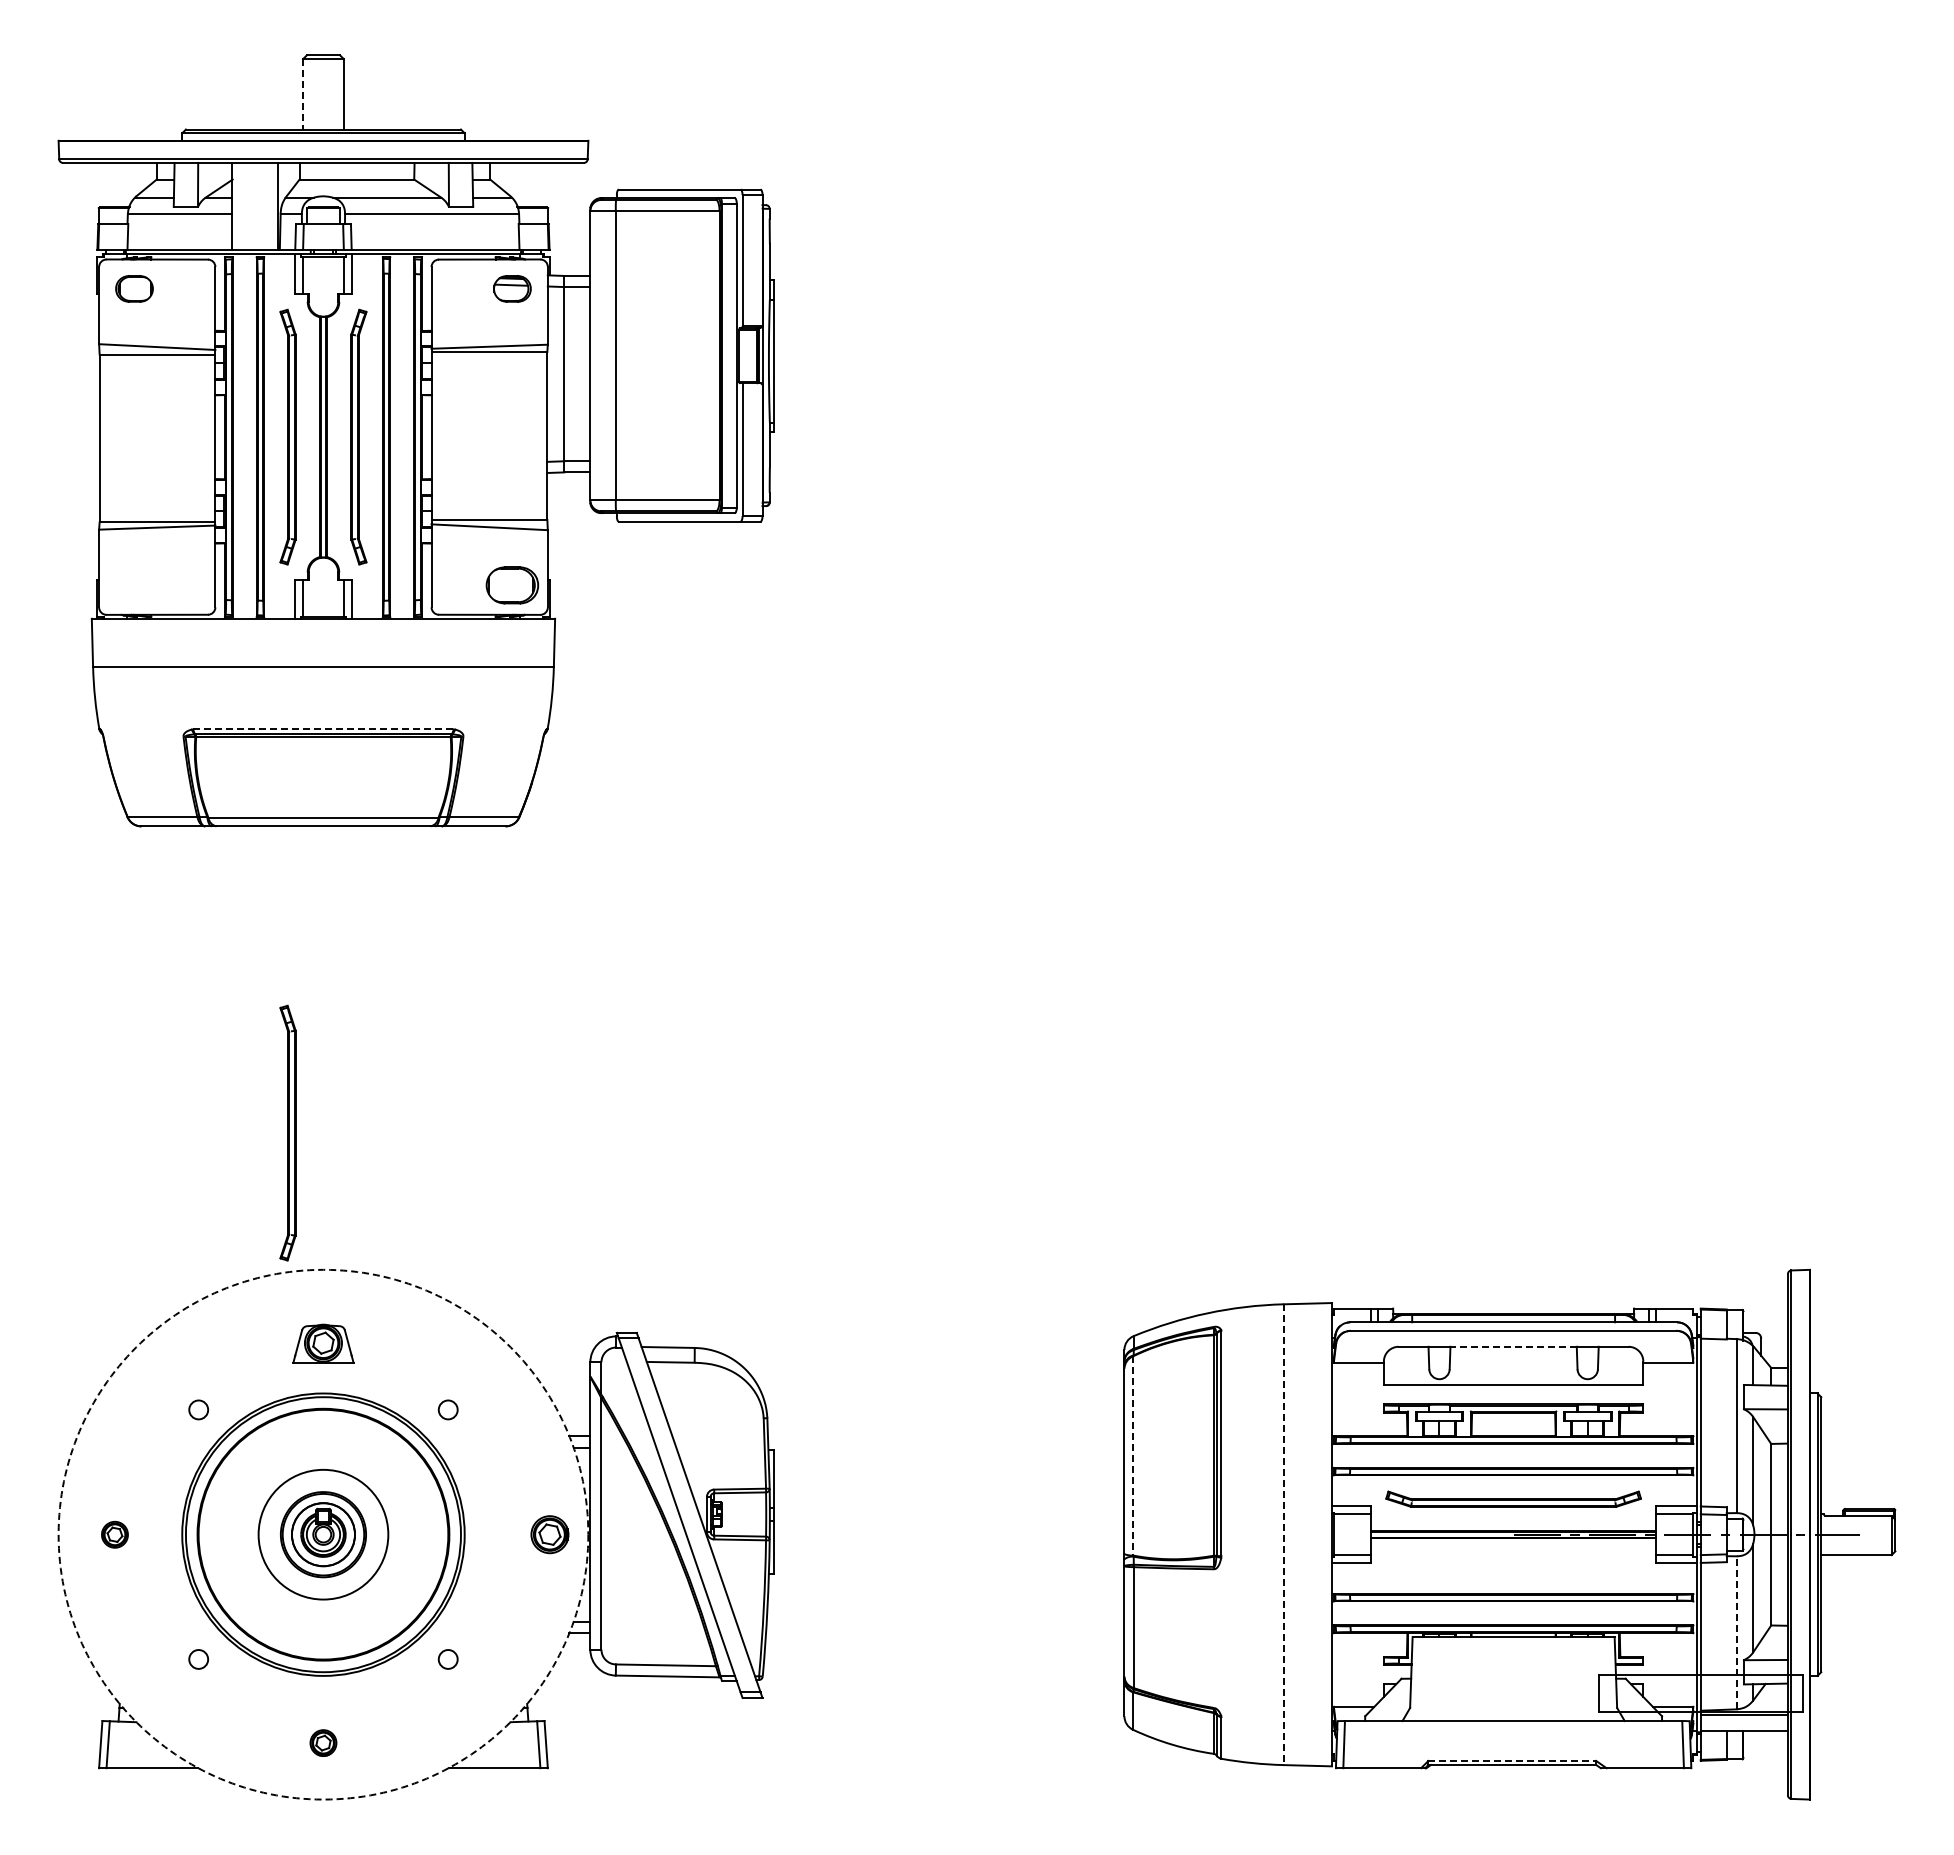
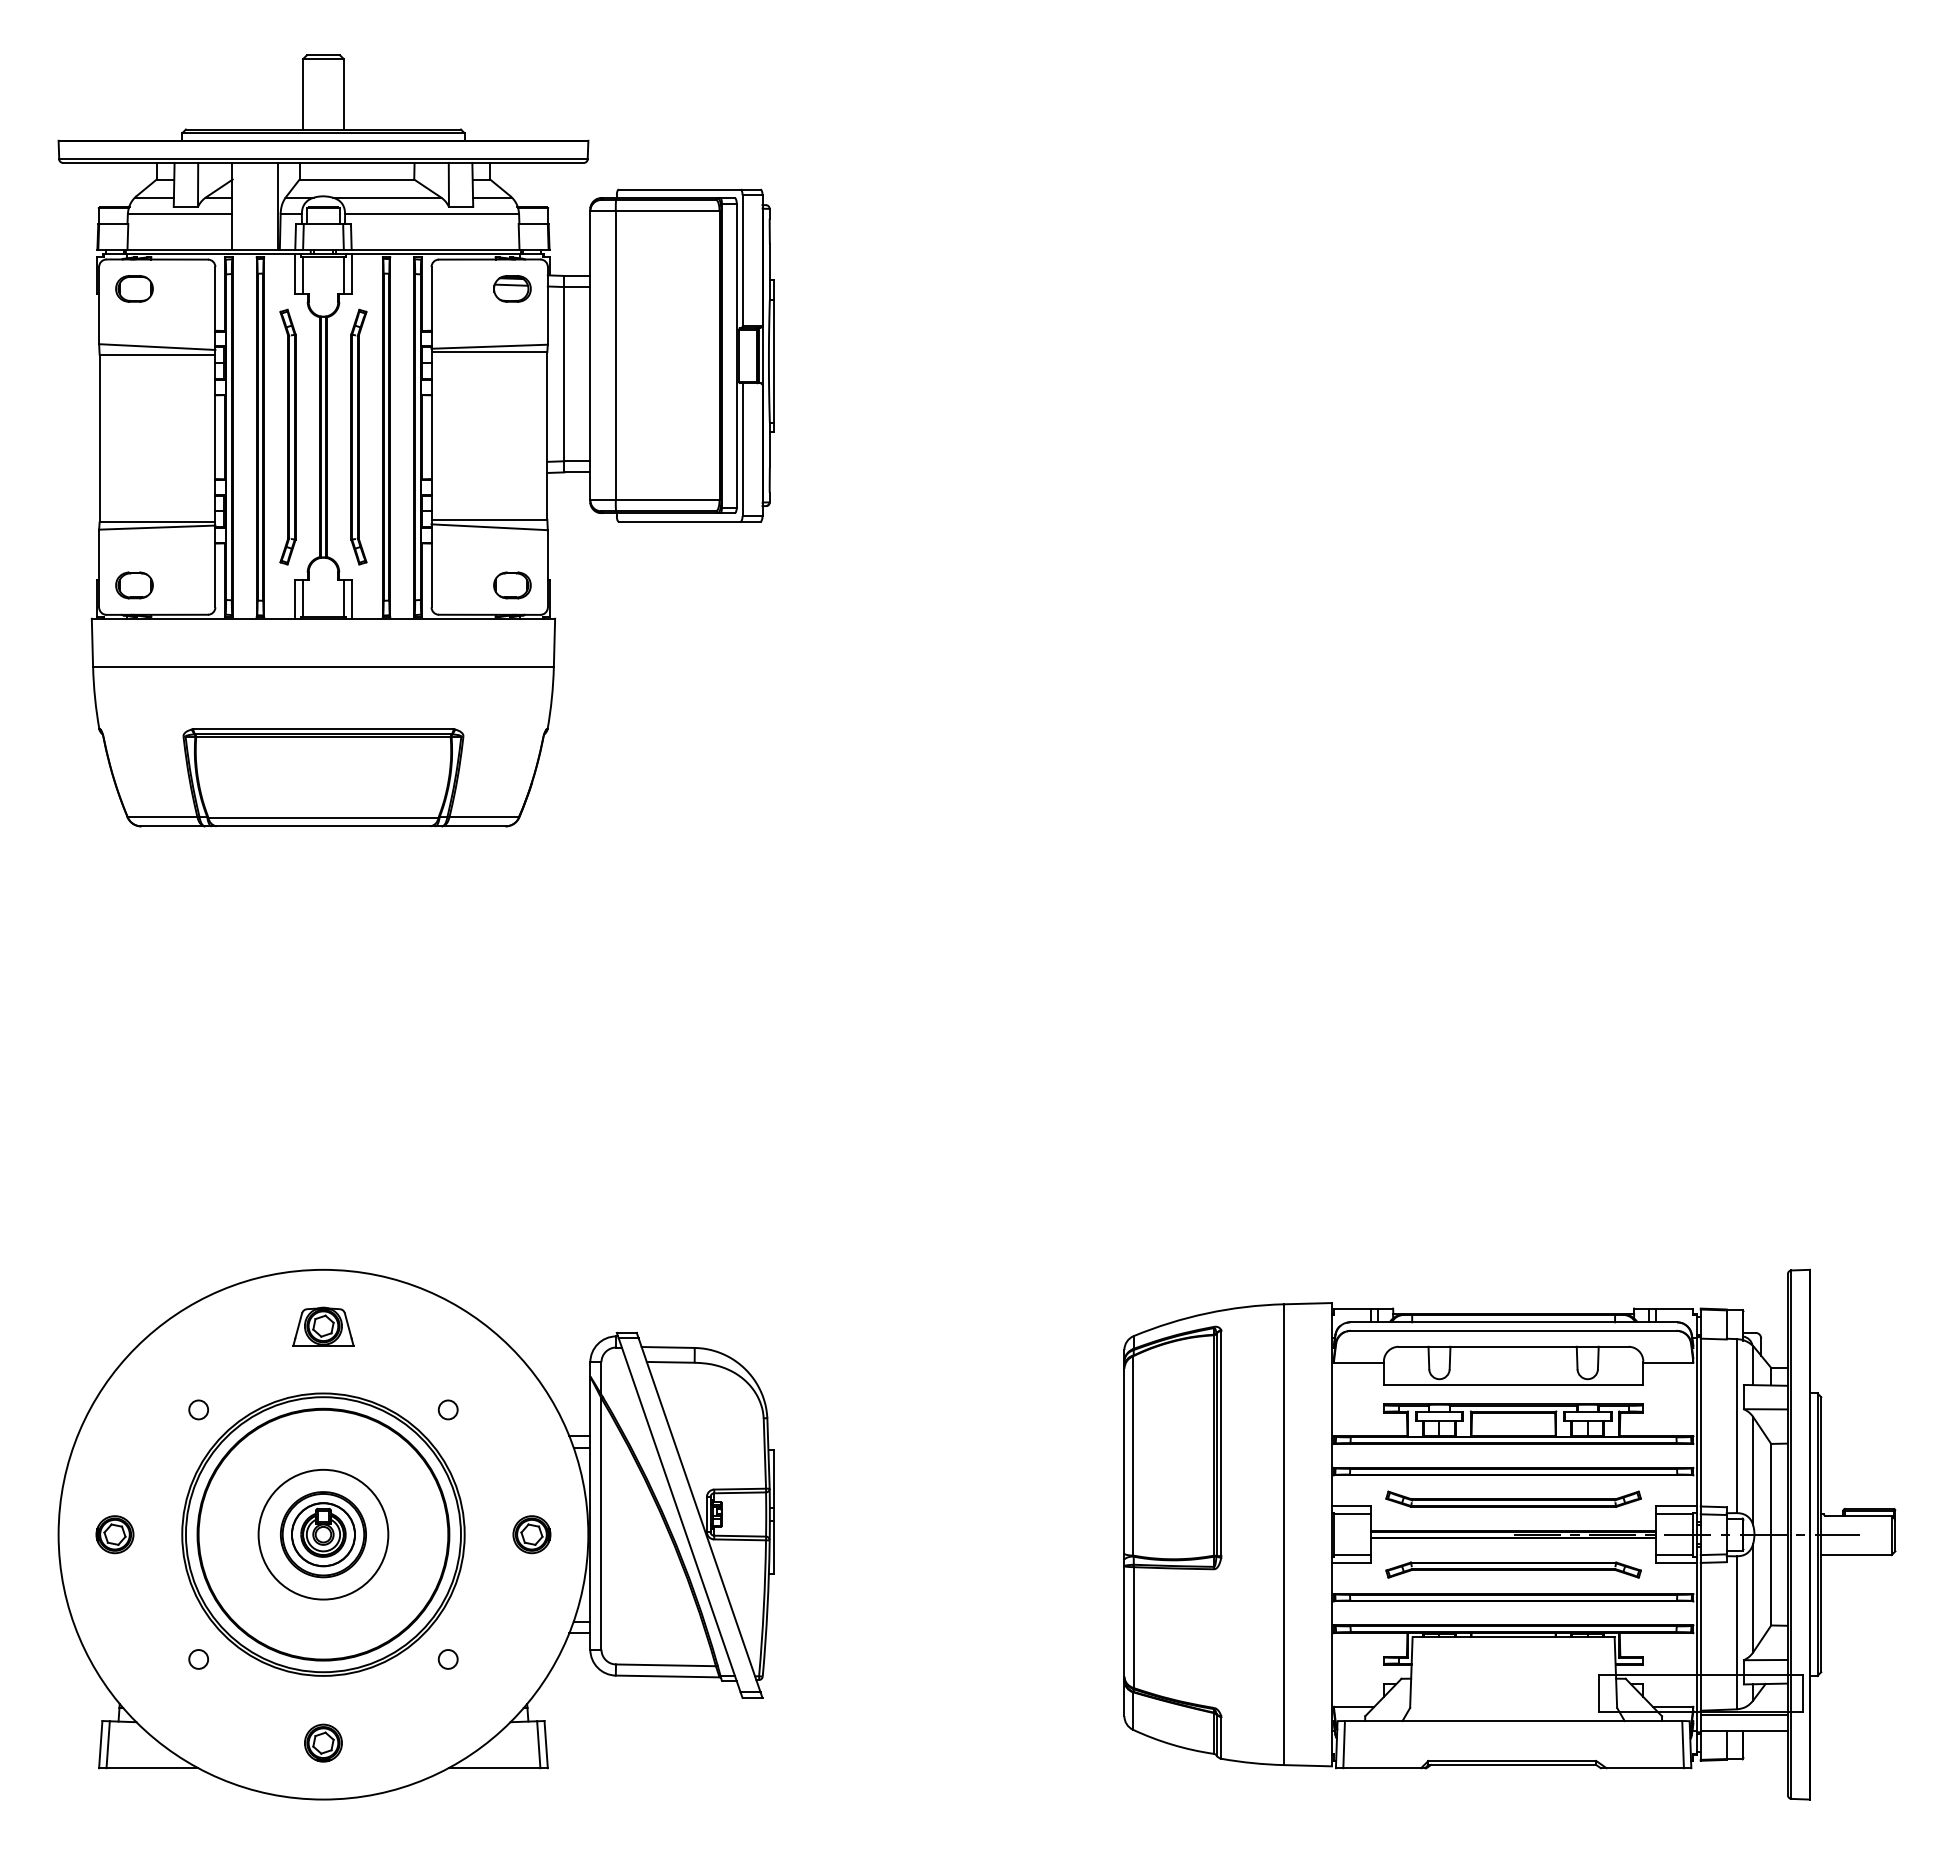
line at (303, 94): dashed -> solid
part at (134, 585): none -> present
part at (511, 585) size: 54x39 px -> 39x29 px
line at (323, 729): dashed -> solid
part at (287, 1132): present -> none
part at (323, 1343) position: (323, 1343) -> (323, 1326)
line at (1513, 1346): dashed -> solid
line at (1133, 1455): dashed -> solid
part at (114, 1534) size: 28x29 px -> 40x40 px
circle at (323, 1534): dashed -> solid
part at (549, 1534) position: (549, 1534) -> (531, 1534)
line at (1283, 1535): dashed -> solid
part at (1513, 1569): none -> present
line at (1736, 1632): dashed -> solid
part at (323, 1742) size: 29x28 px -> 39x40 px
line at (1512, 1760): dashed -> solid
